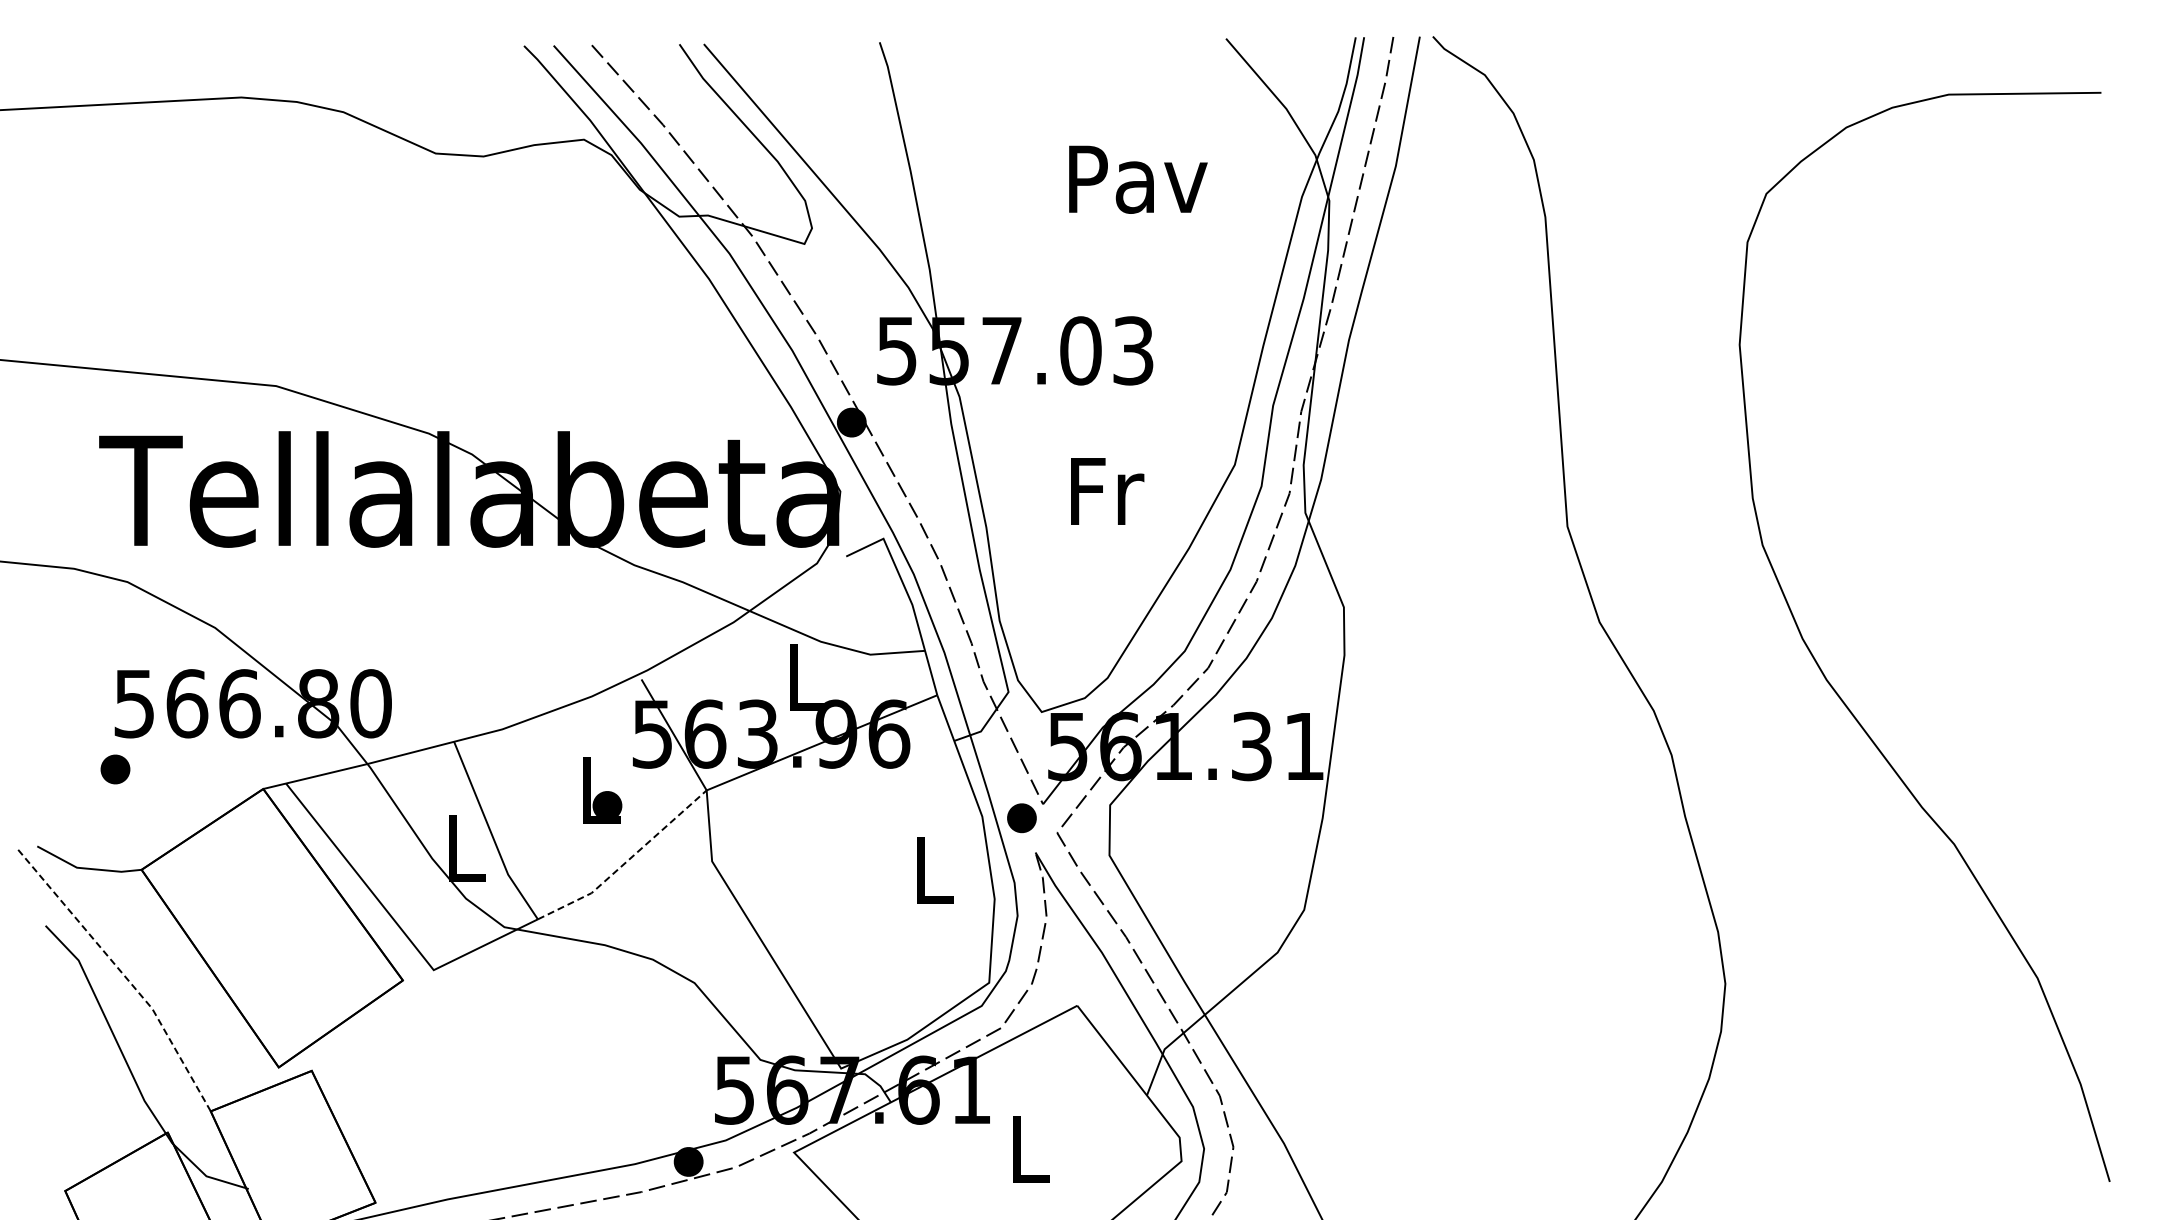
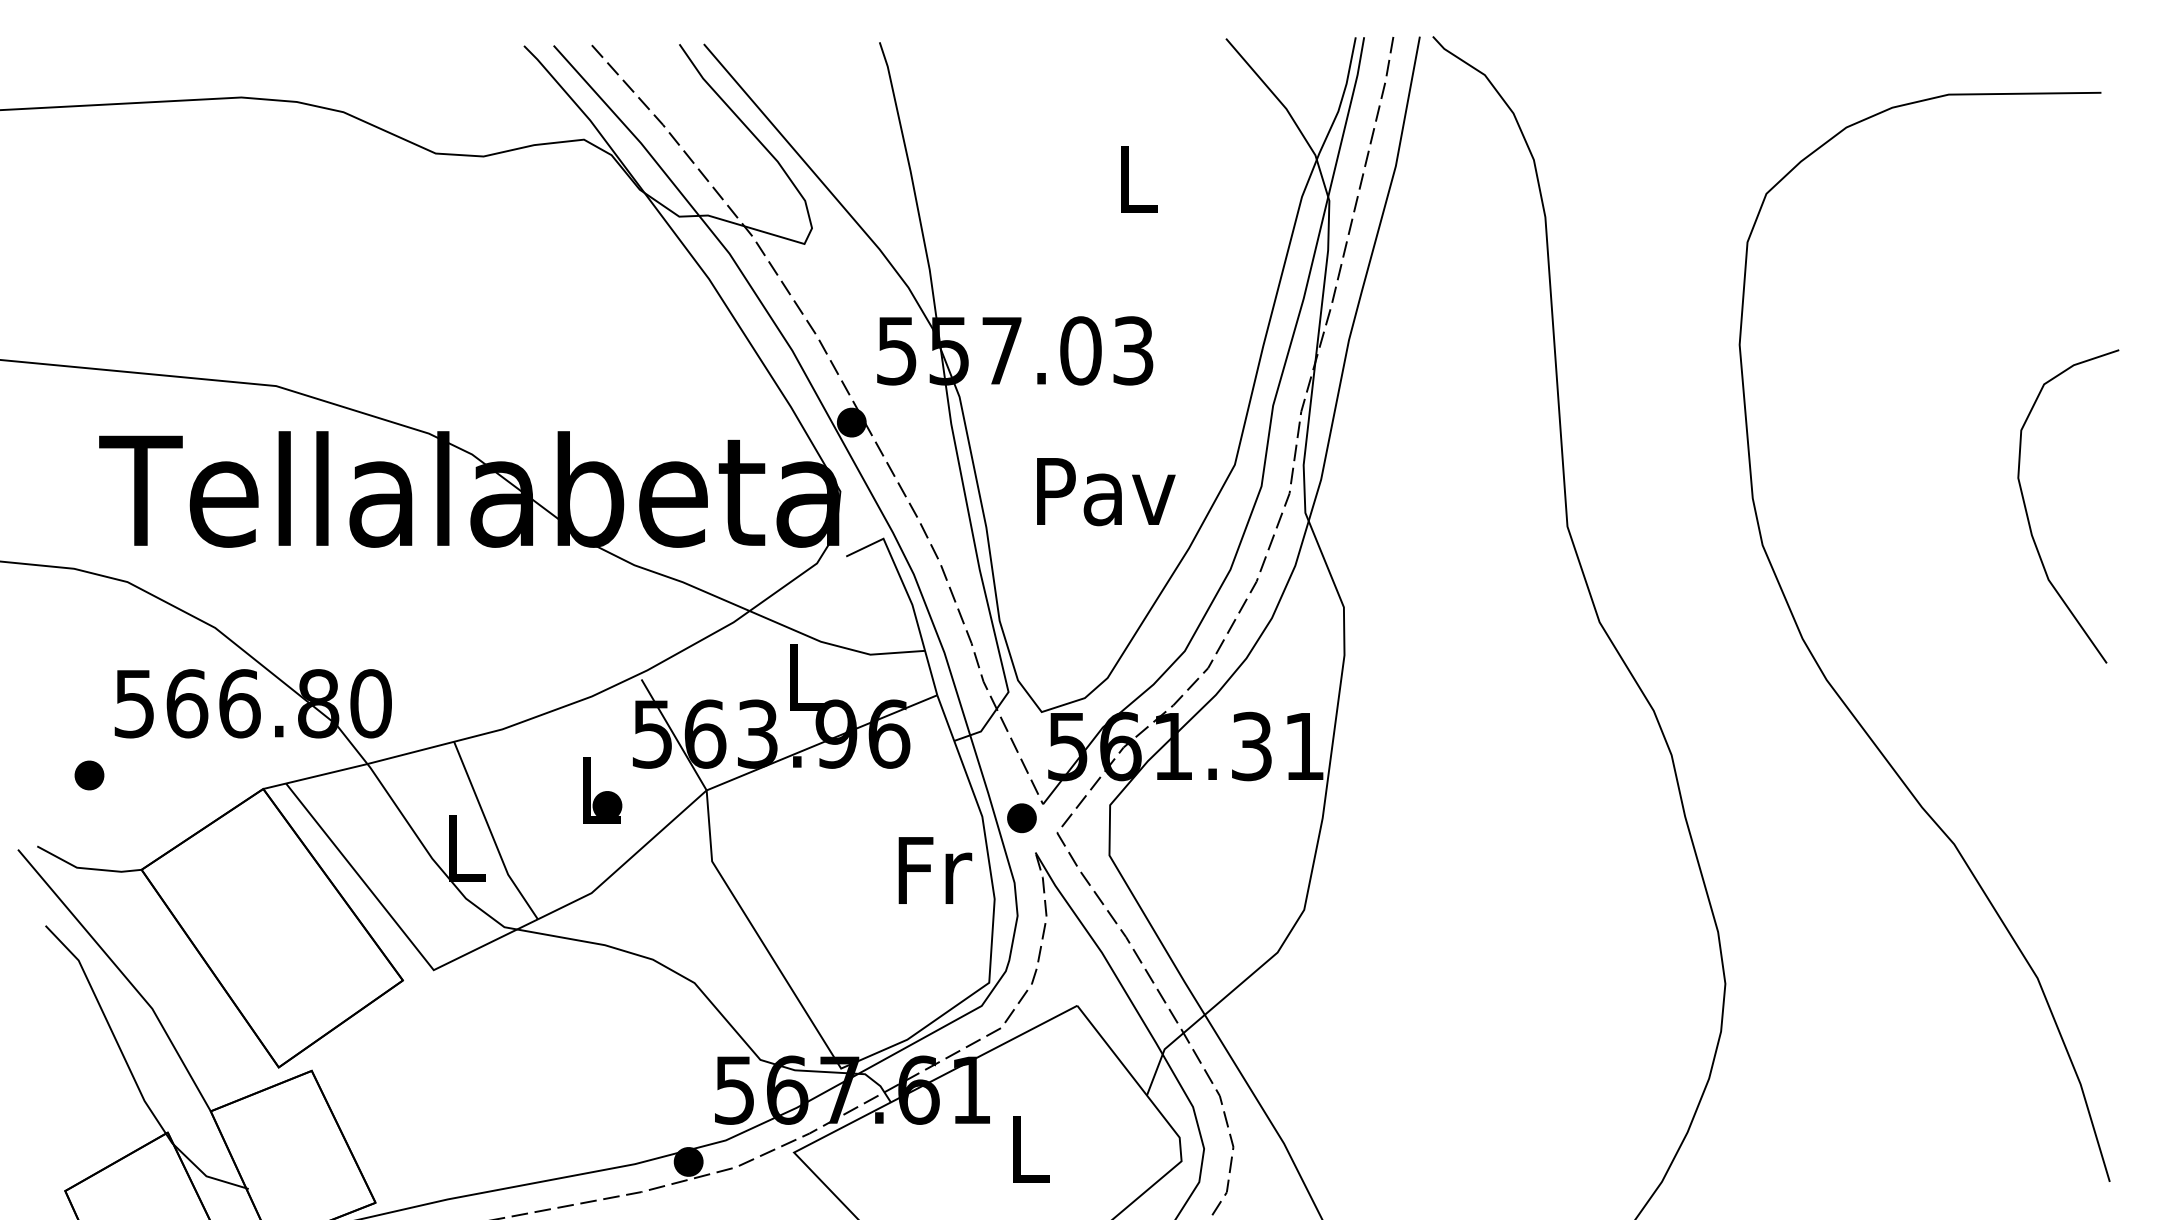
text at (1138, 179): Pav -> L
text at (1106, 492): Fr -> Pav
curve at (2028, 515): none -> present
part at (115, 769) position: (115, 769) -> (89, 775)
line at (626, 862): dashed -> solid
text at (935, 870): L -> Fr
line at (123, 974): dashed -> solid
